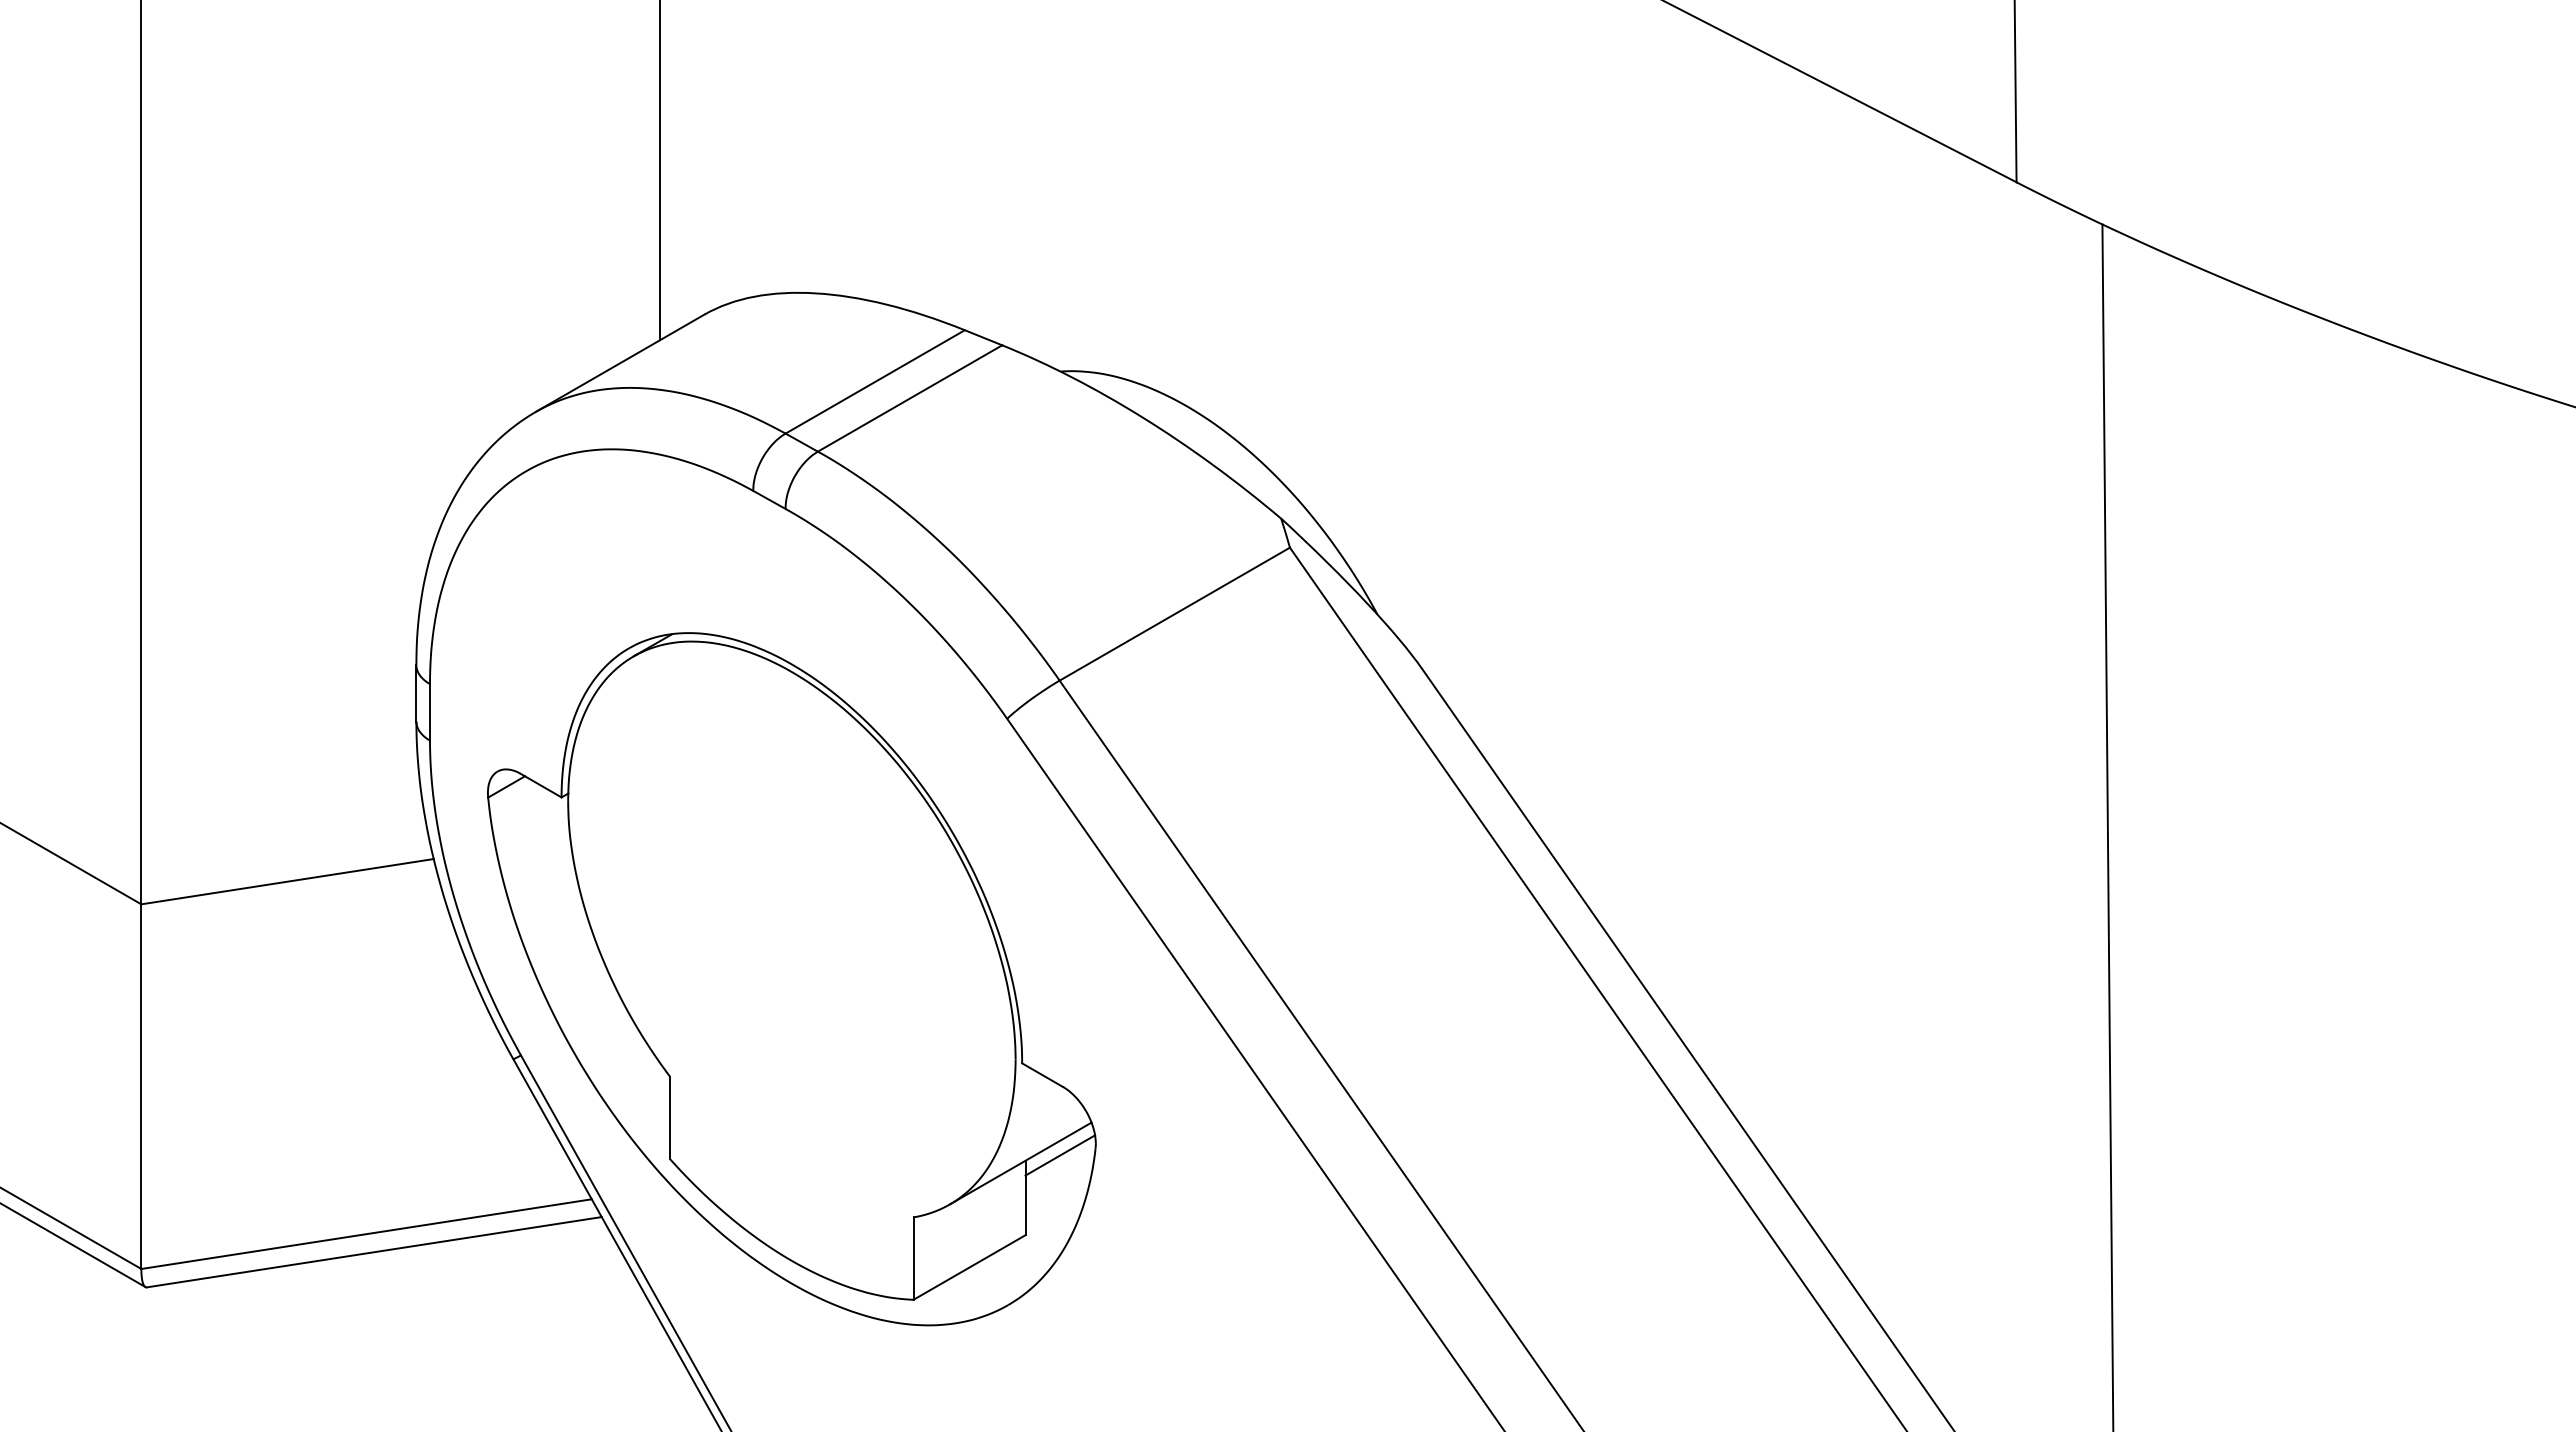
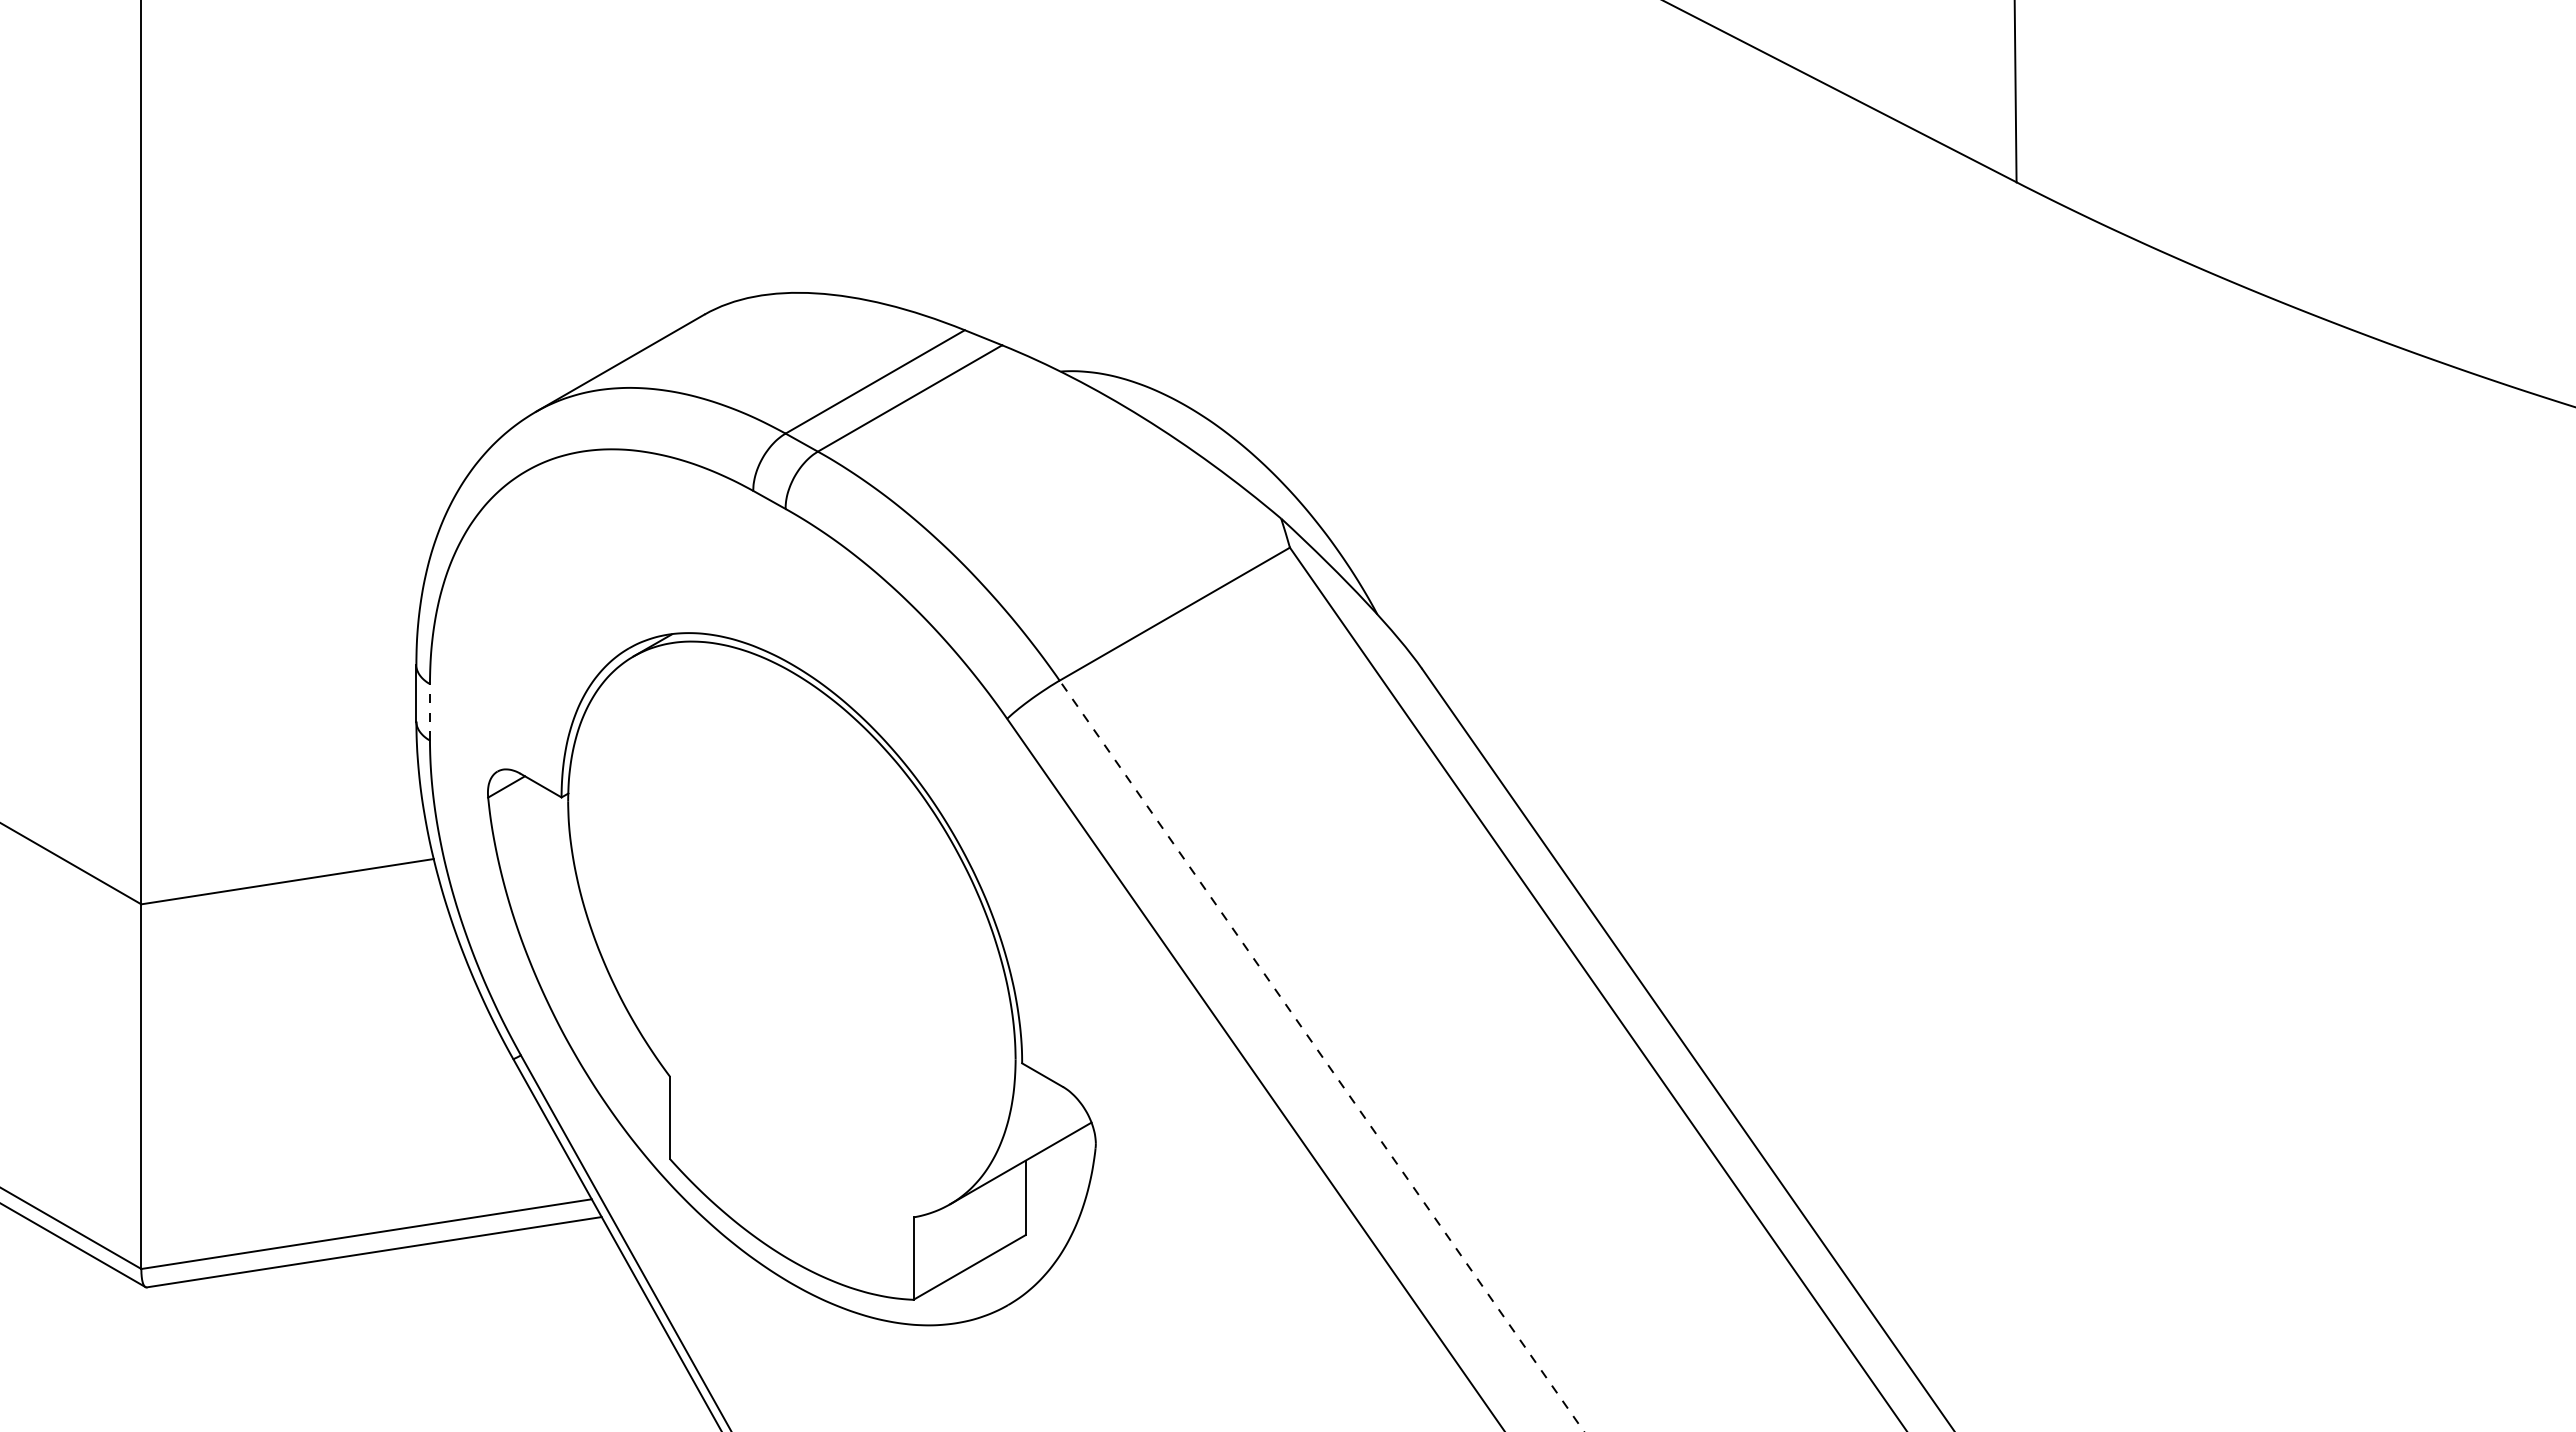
line at (660, 171): present -> none
line at (429, 711): solid -> dashed
line at (2107, 826): present -> none
line at (1321, 1056): solid -> dashed
line at (1060, 1155): present -> none
